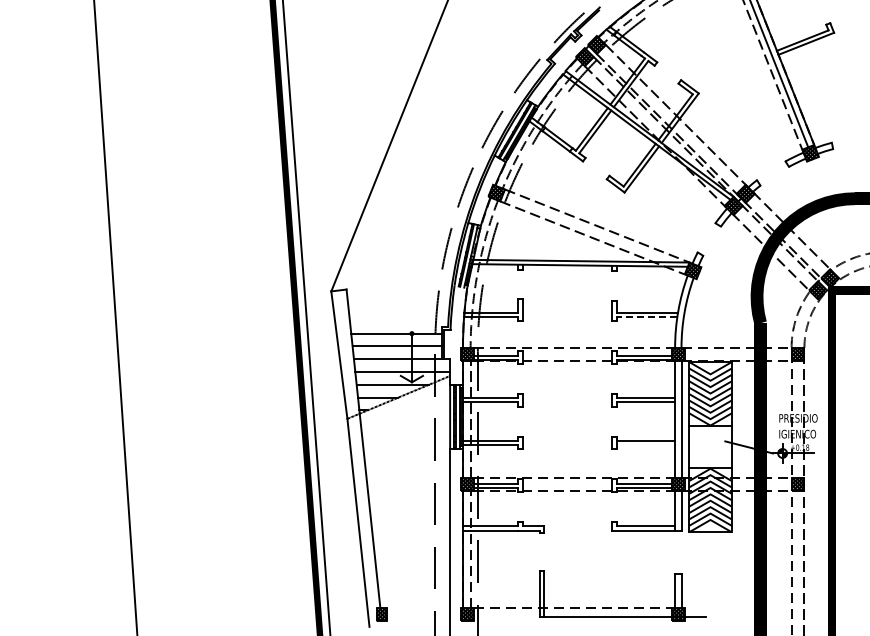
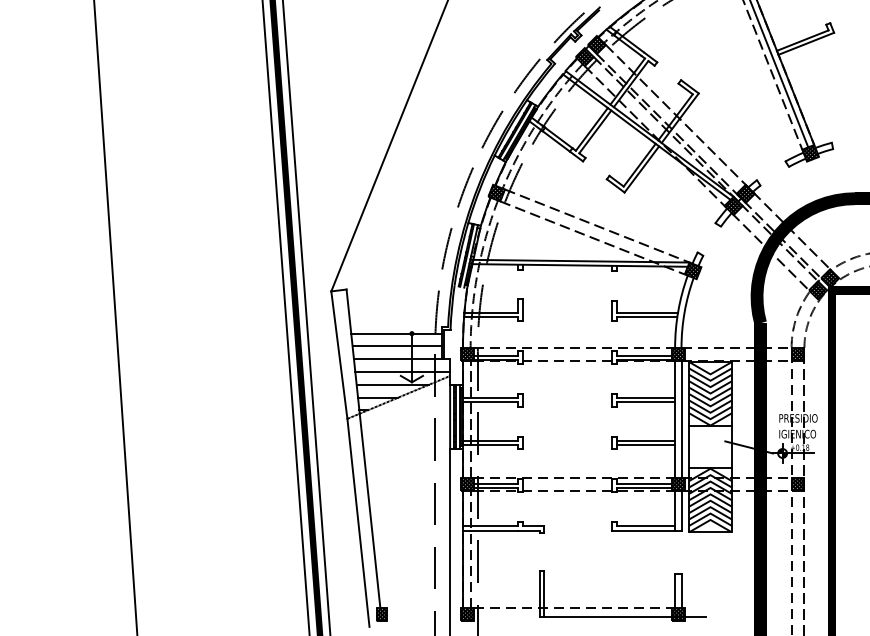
line at (285, 317): none -> present
line at (646, 317): dashed -> solid
line at (645, 445): none -> present
